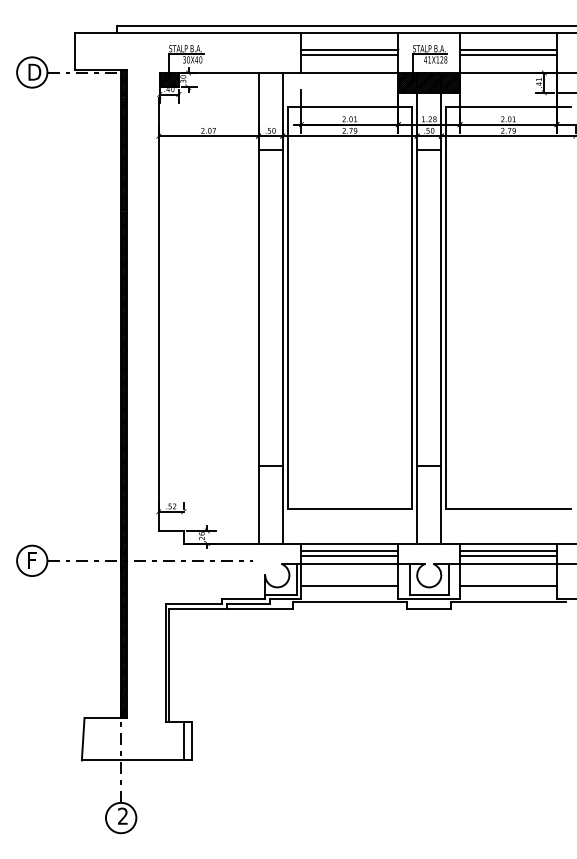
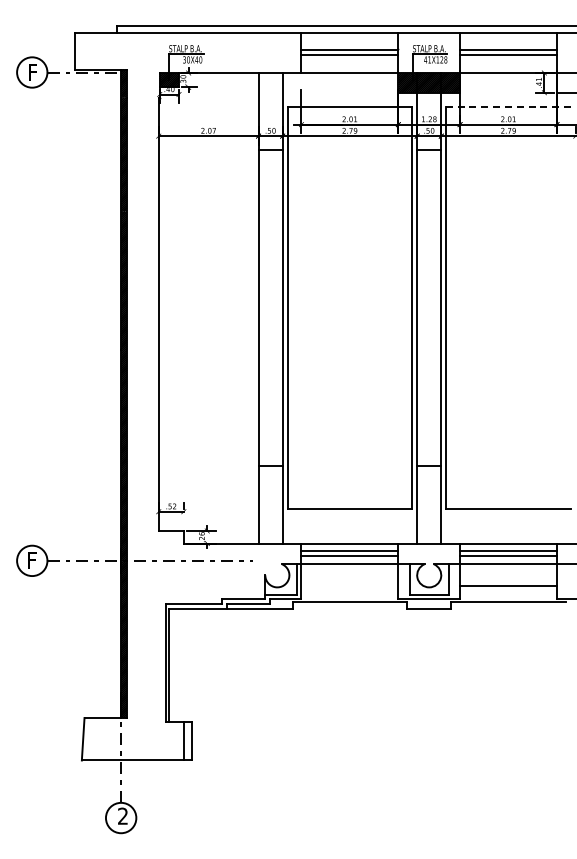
text at (34, 71): D -> F
line at (508, 107): solid -> dashed
line at (349, 585): present -> none
